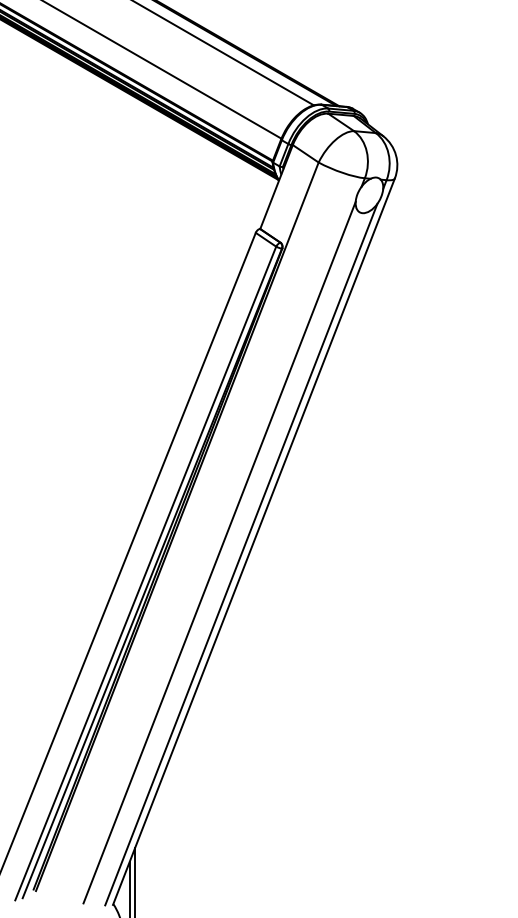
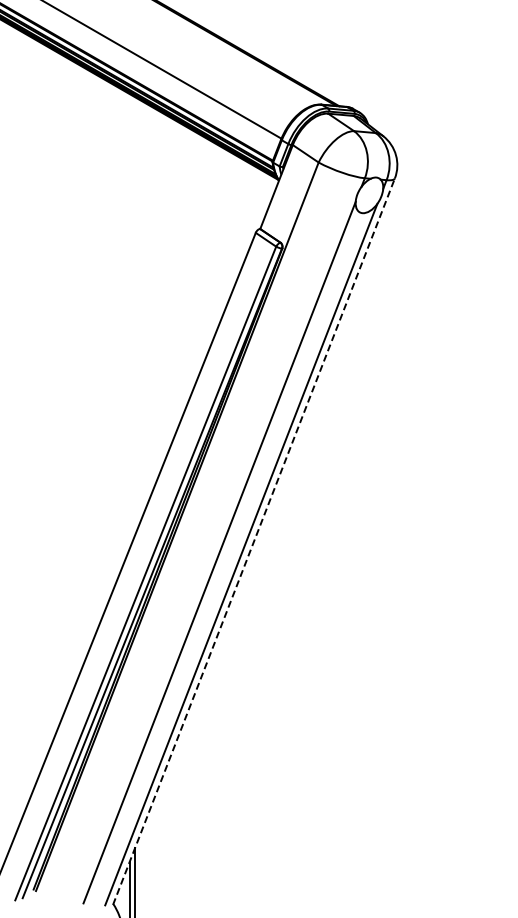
line at (224, 53): present -> none
line at (253, 541): solid -> dashed
